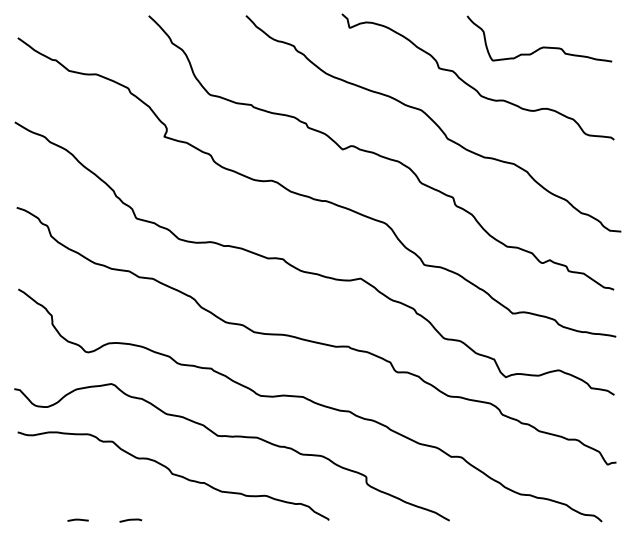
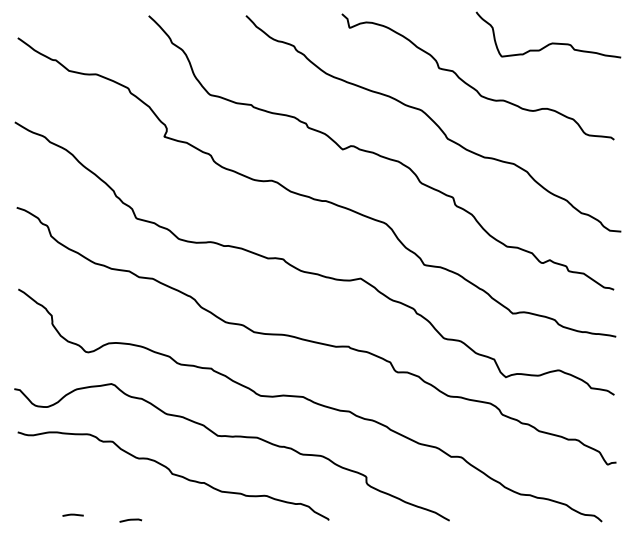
curve at (542, 46) position: (542, 46) -> (551, 42)
line at (77, 519) position: (77, 519) -> (72, 514)
